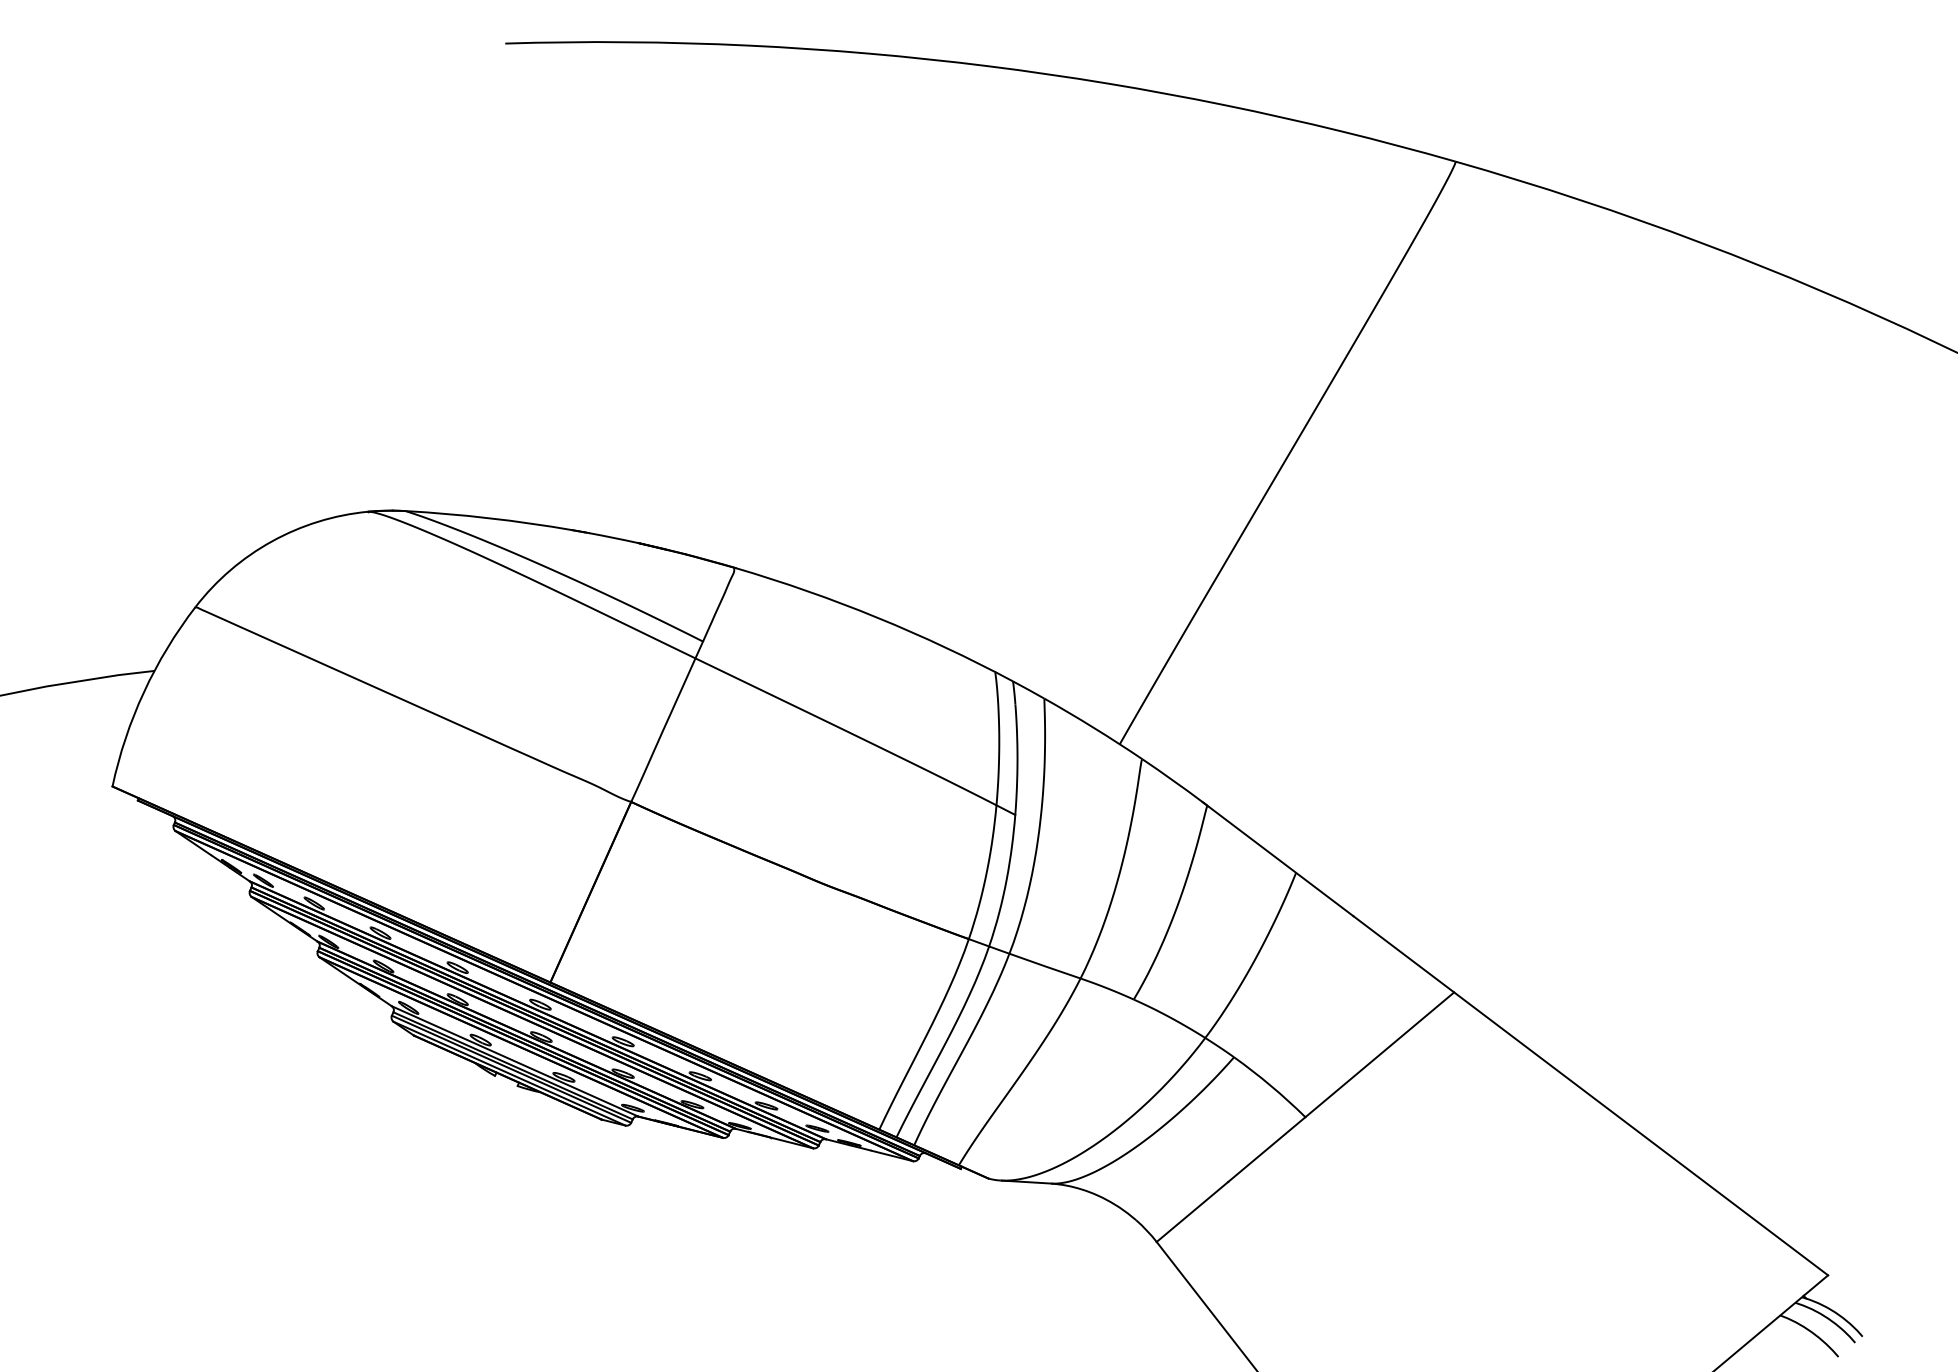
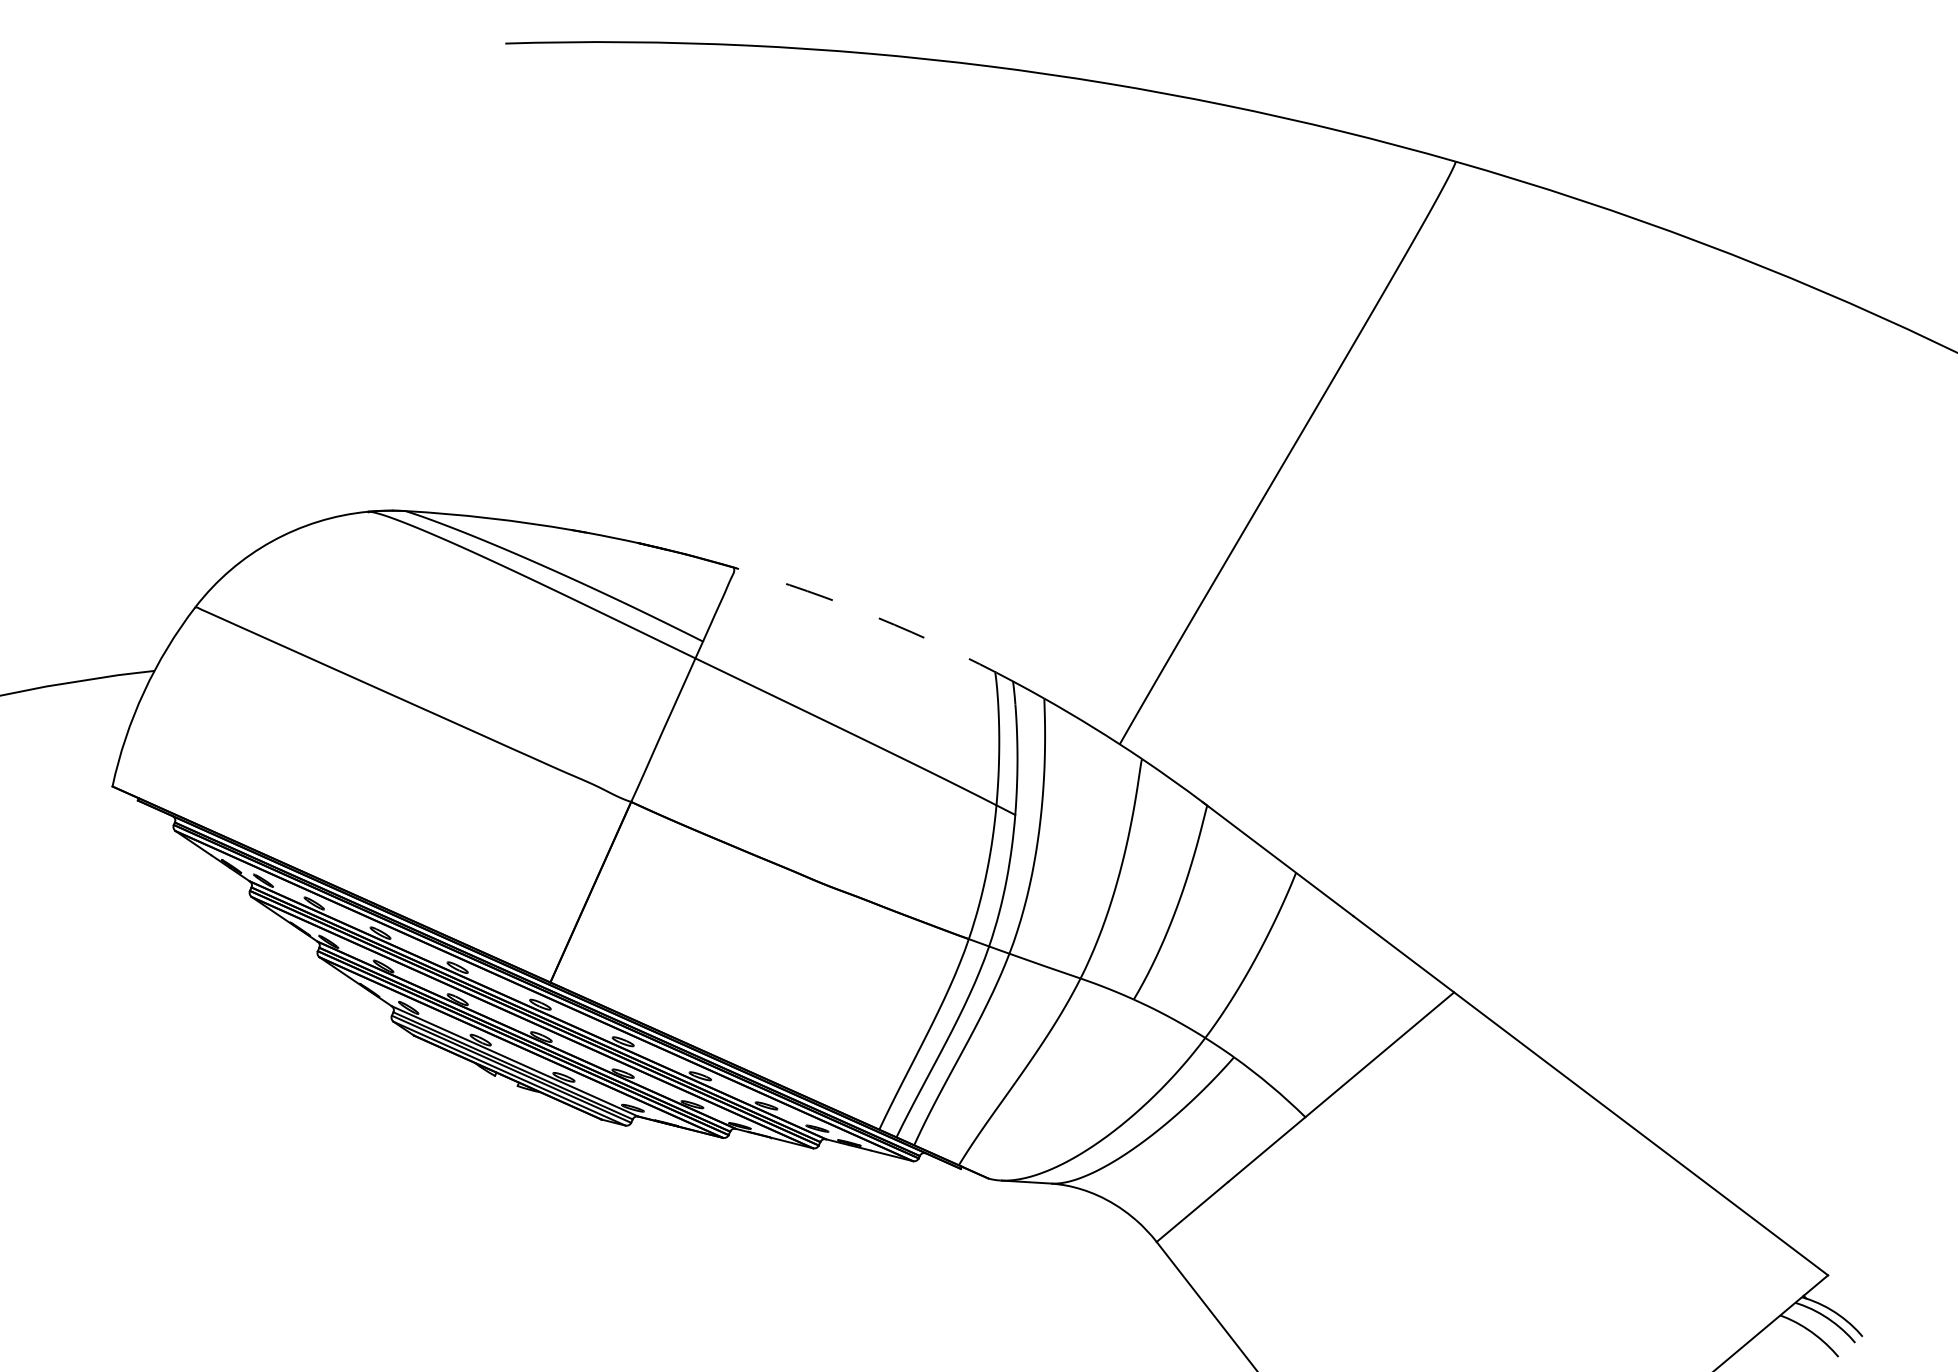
arc at (877, 617): solid -> dashed
